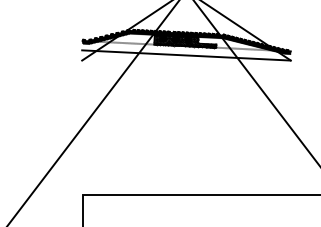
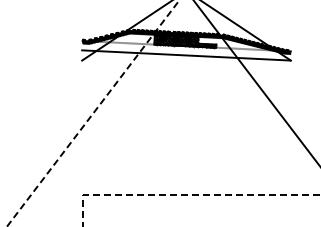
line at (93, 113): solid -> dashed
line at (186, 194): solid -> dashed
